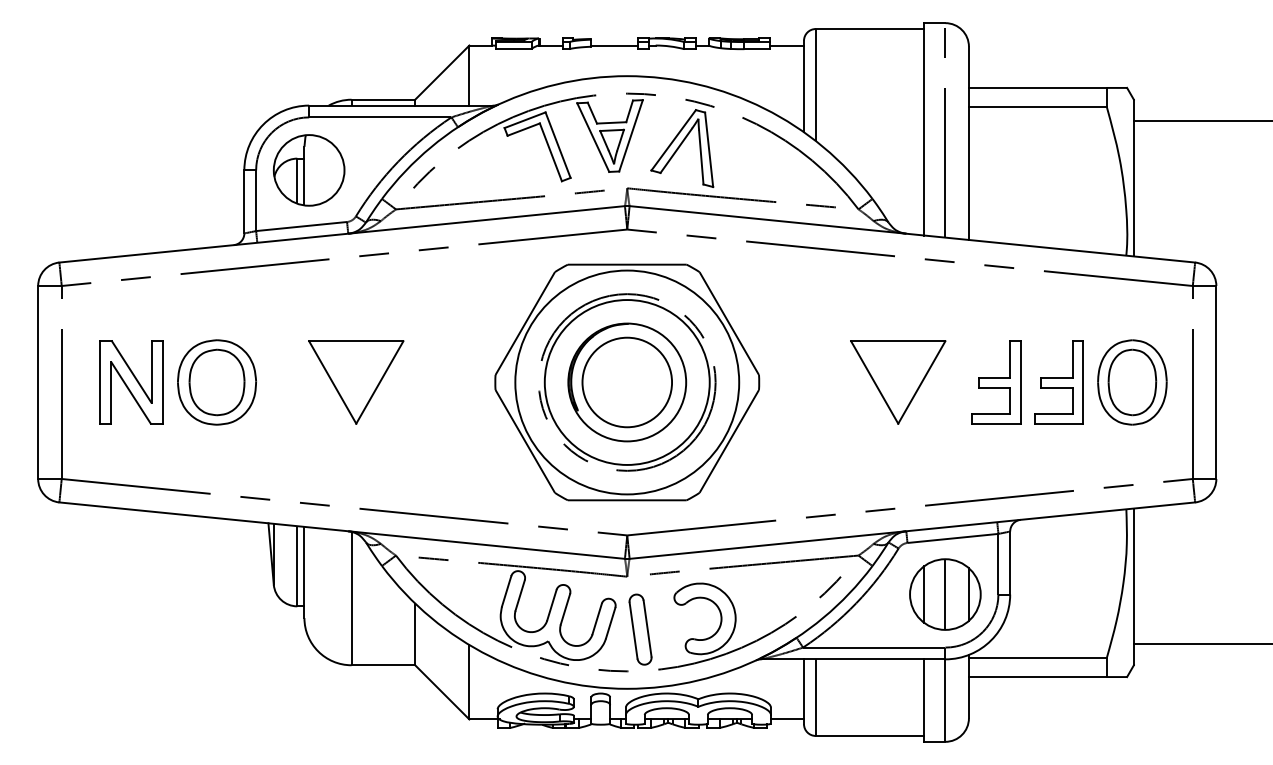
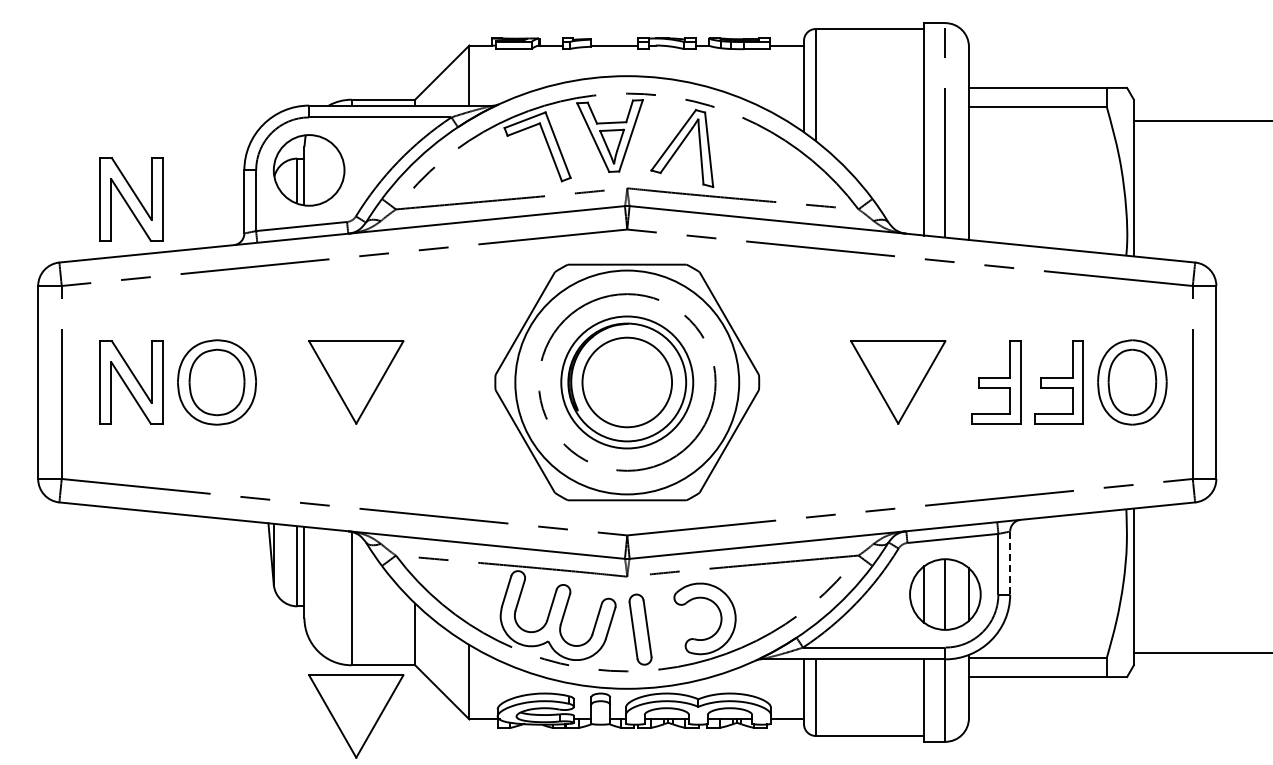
part at (131, 199): none -> present
circle at (626, 382) diameter: 165 px -> 132 px
line at (1010, 563): solid -> dashed
line at (1201, 644) position: (1201, 644) -> (1201, 653)
part at (356, 716): none -> present
